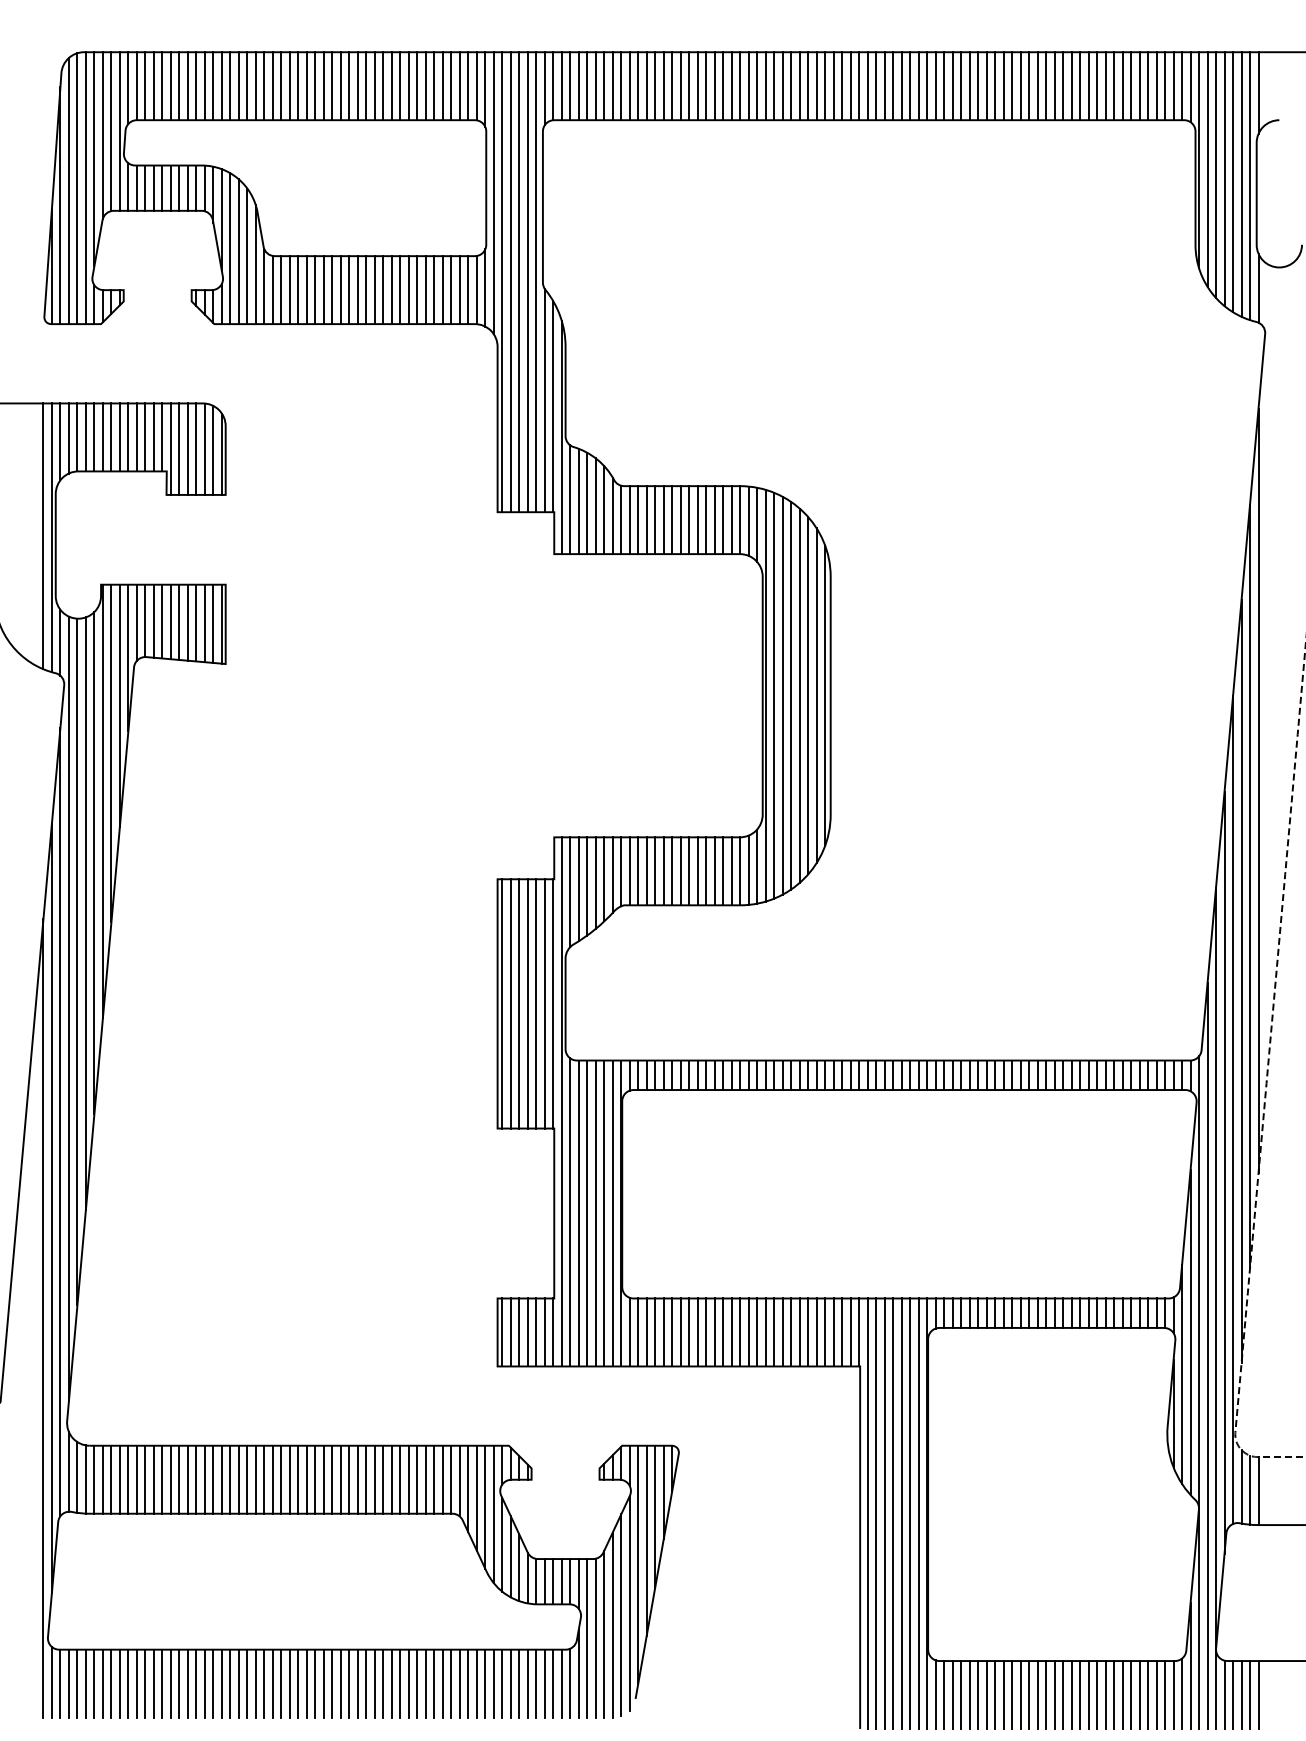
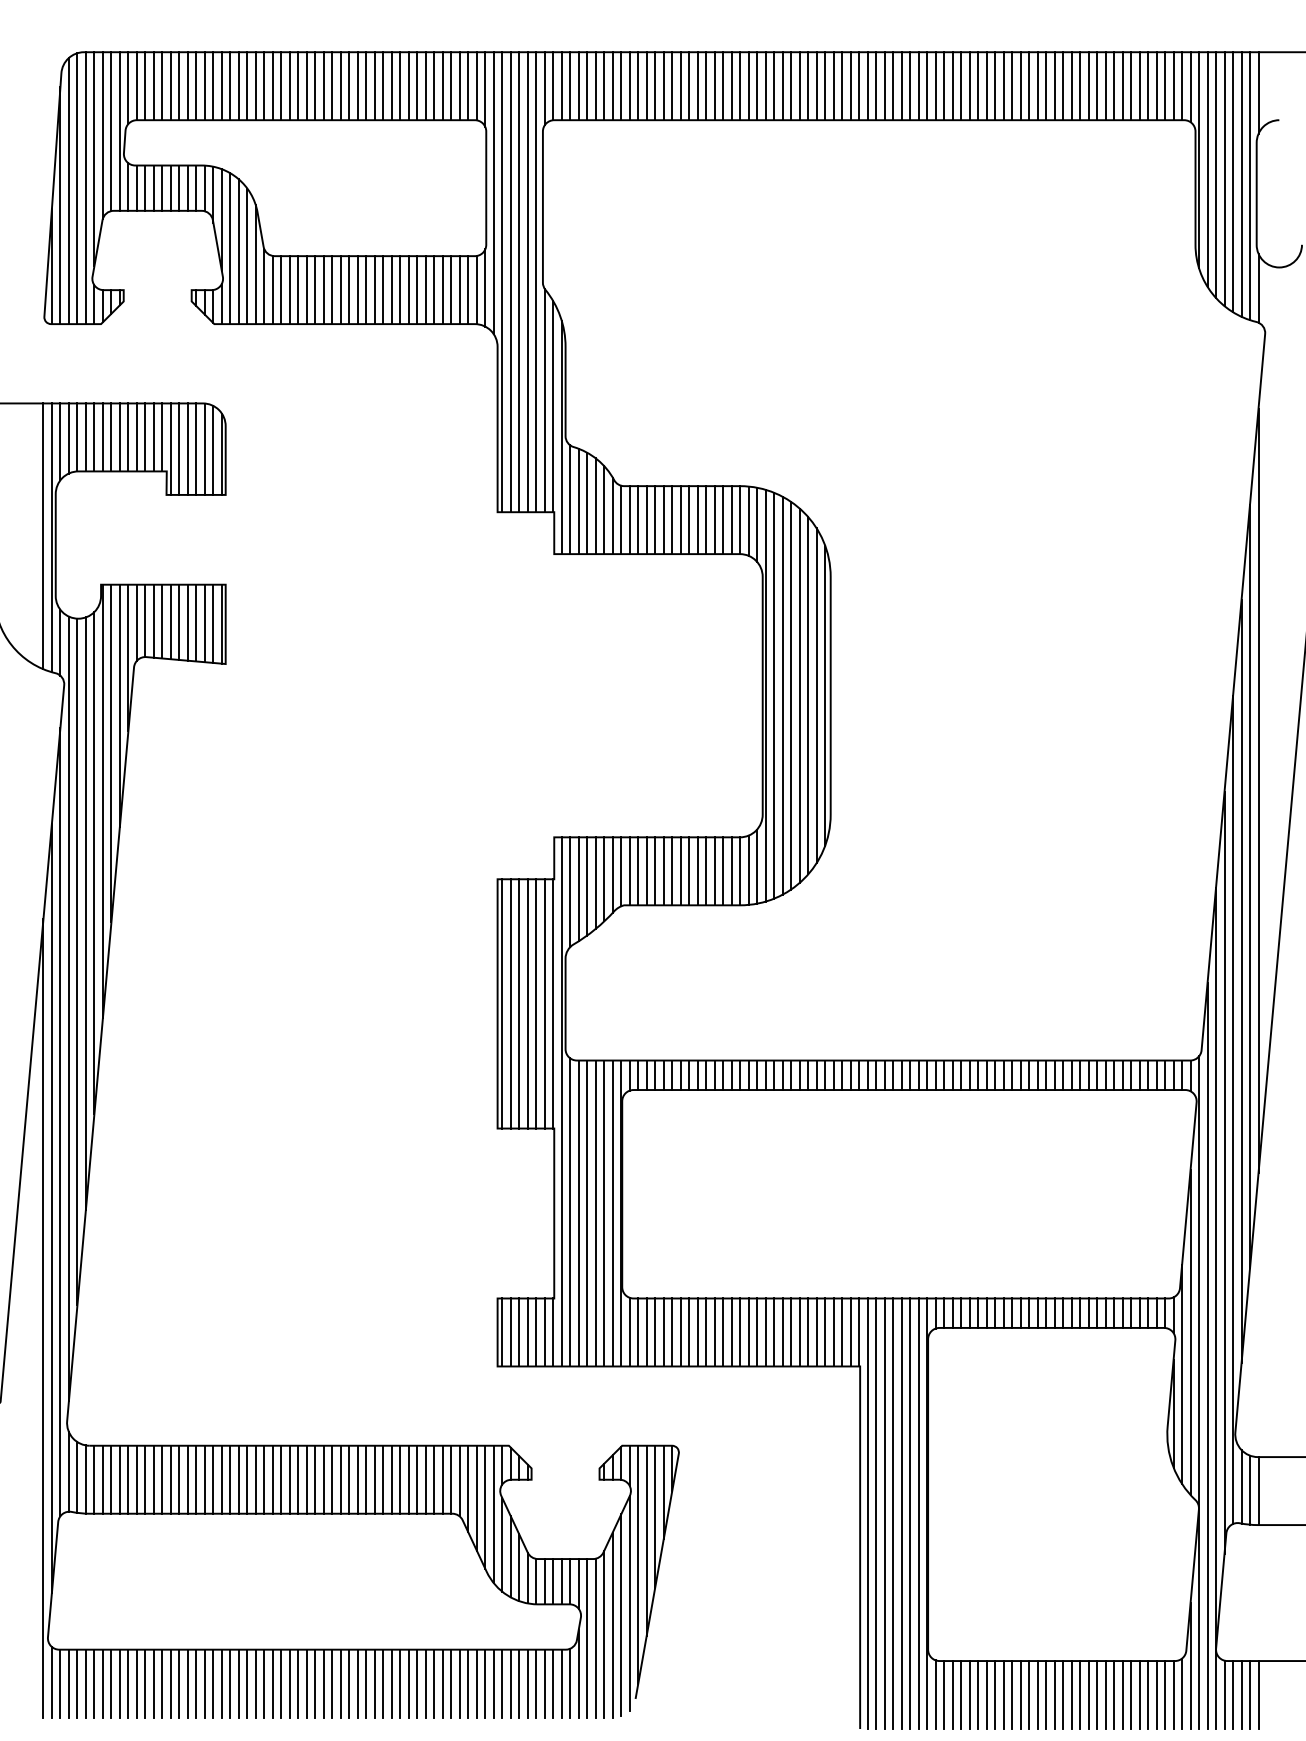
line at (1266, 1084): dashed -> solid
